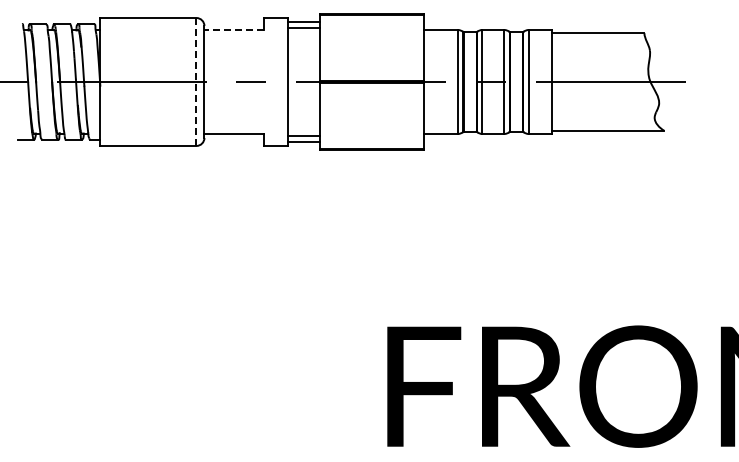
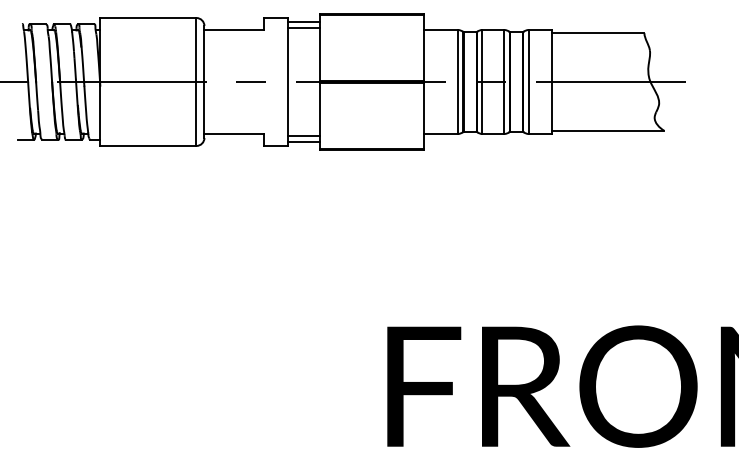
line at (234, 30): dashed -> solid
line at (196, 82): dashed -> solid
